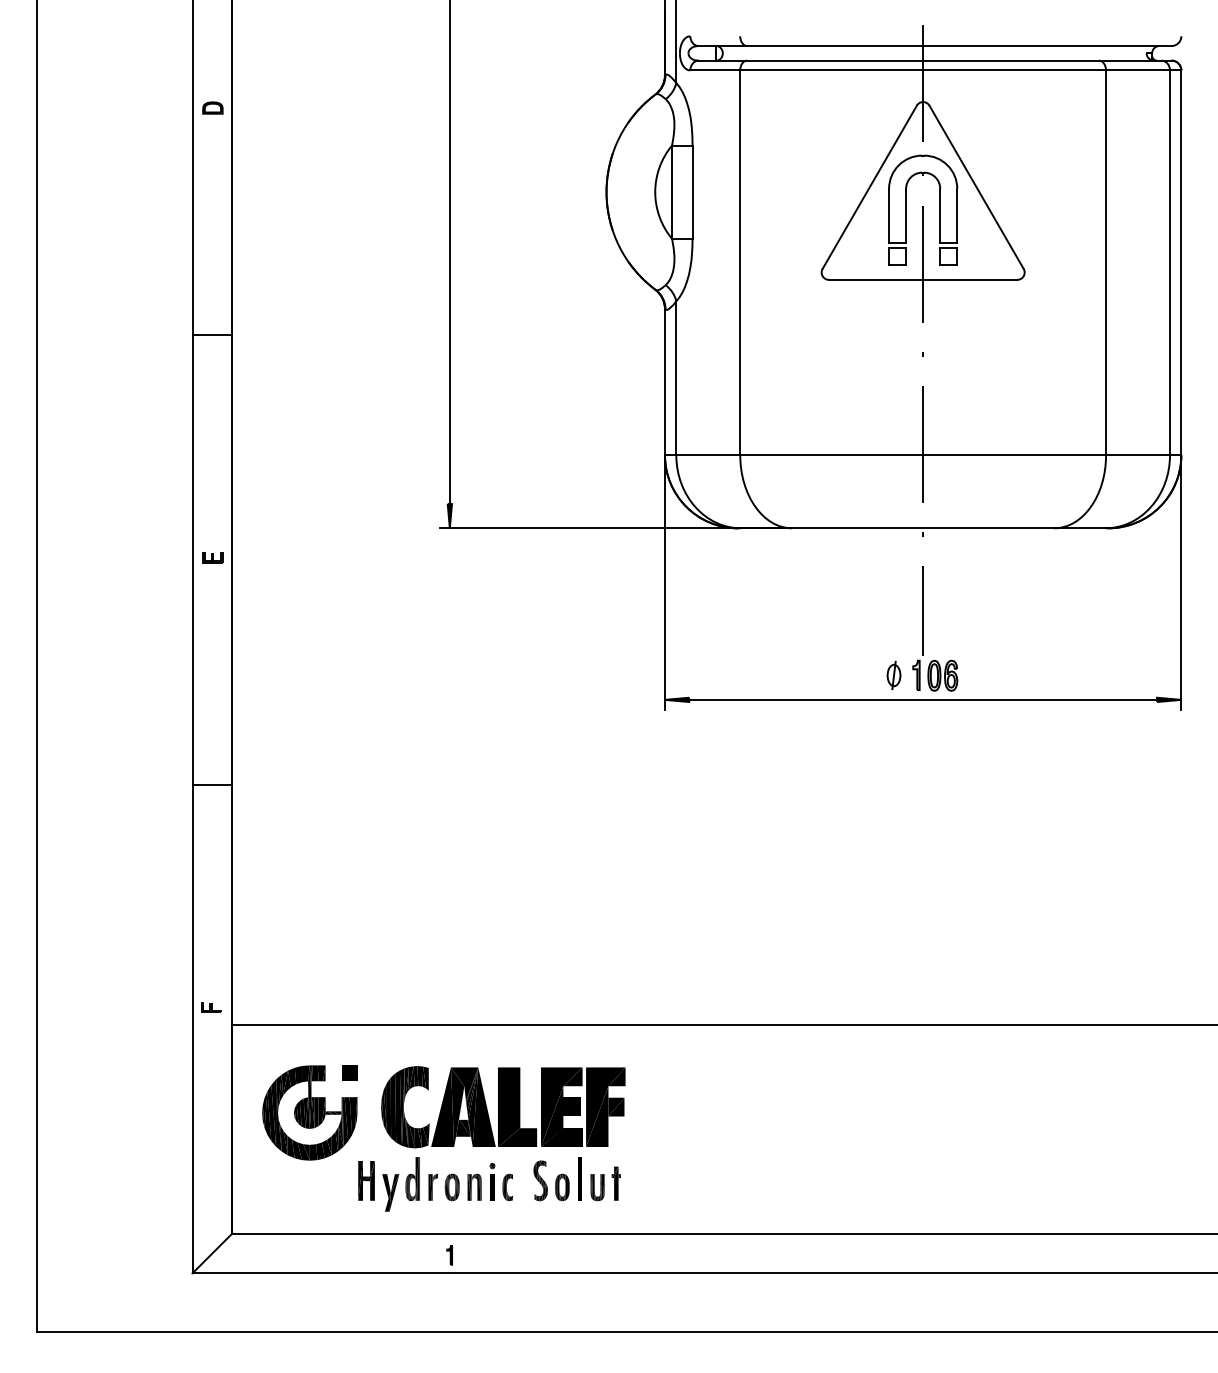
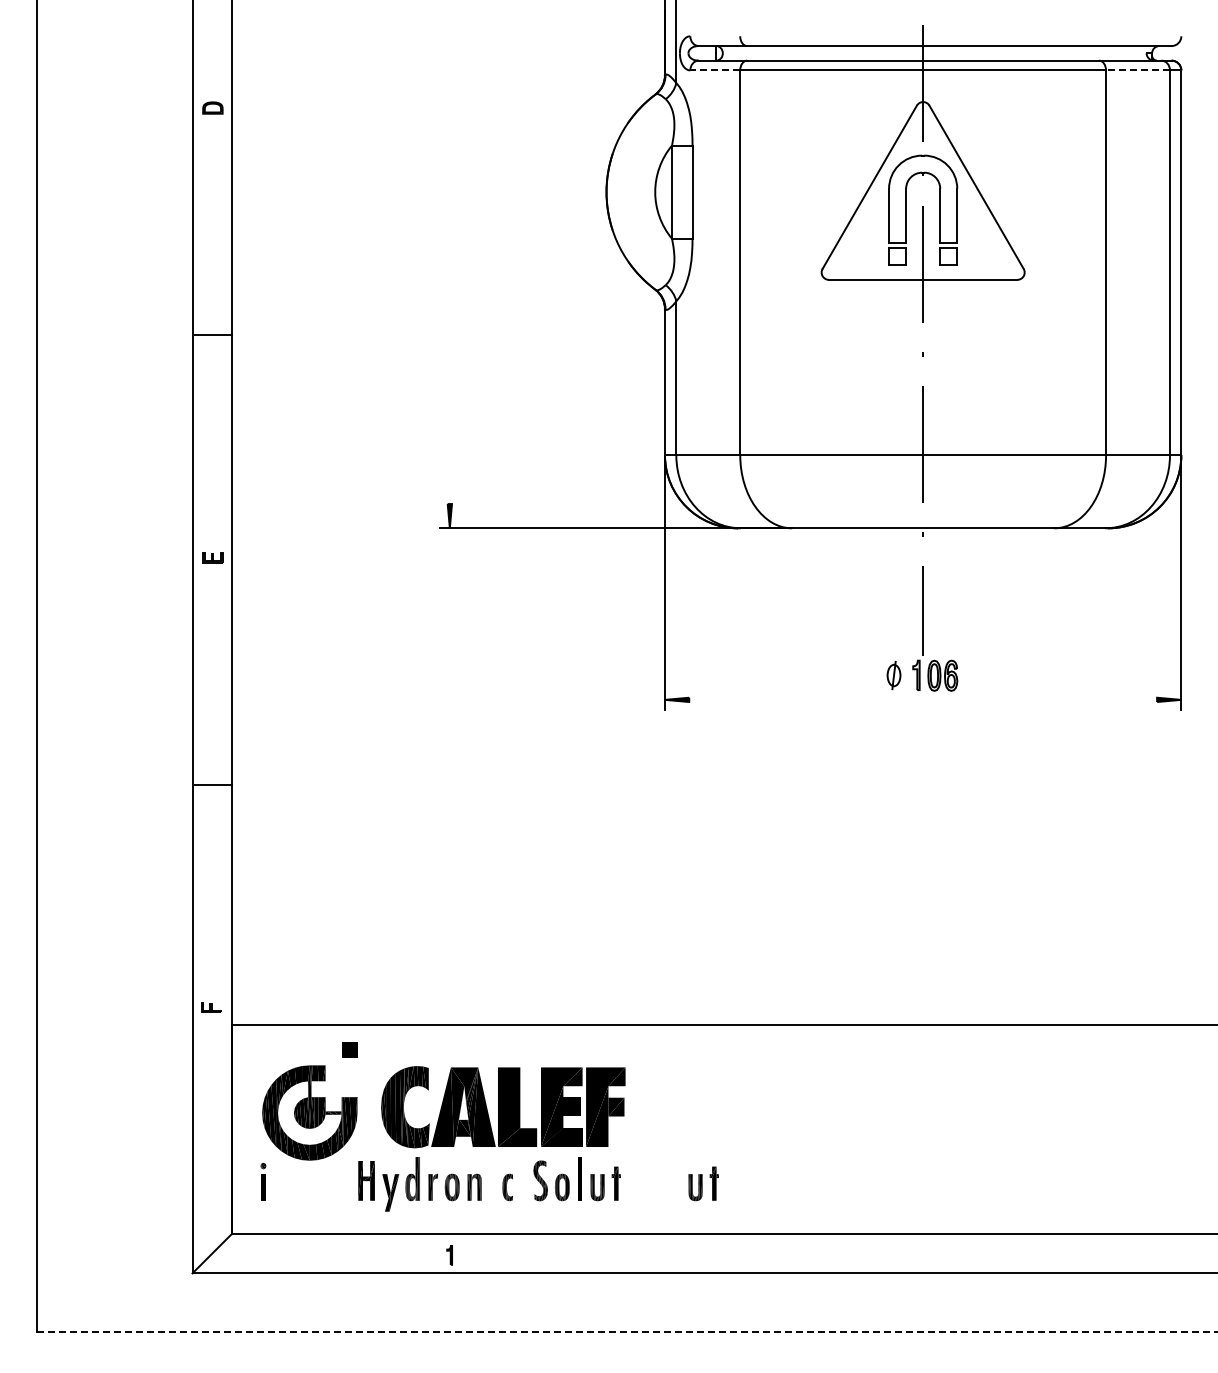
line at (715, 70): solid -> dashed
line at (1137, 70): solid -> dashed
line at (449, 253): present -> none
line at (923, 699): present -> none
part at (349, 1072) position: (349, 1072) -> (349, 1049)
part at (492, 1181) position: (492, 1181) -> (263, 1181)
part at (703, 1183): none -> present
line at (627, 1331): solid -> dashed
